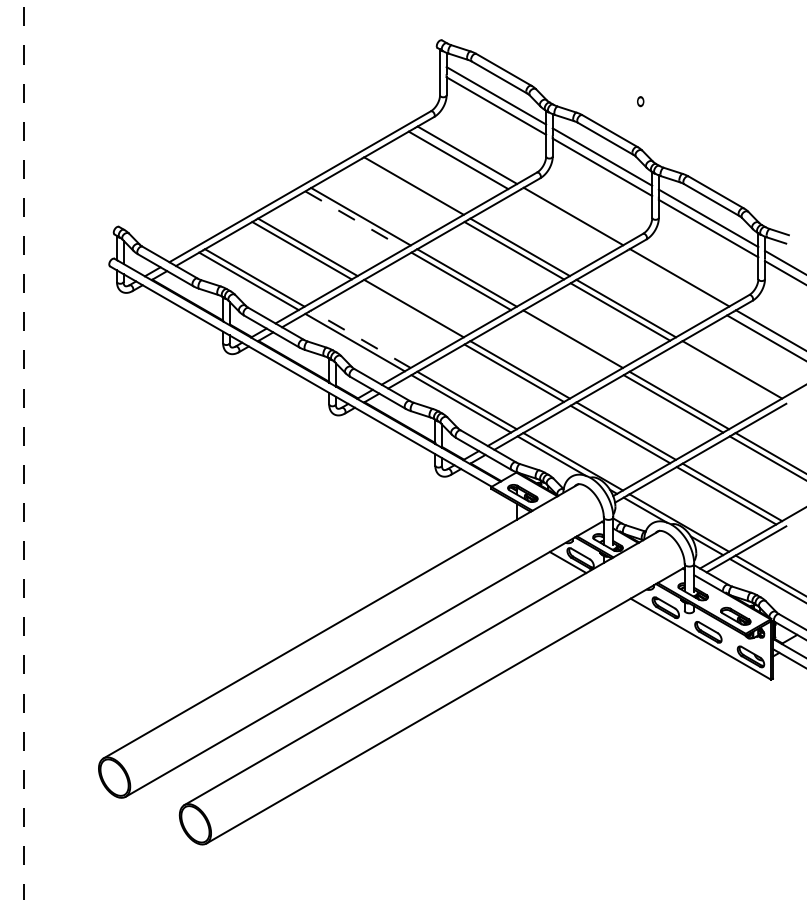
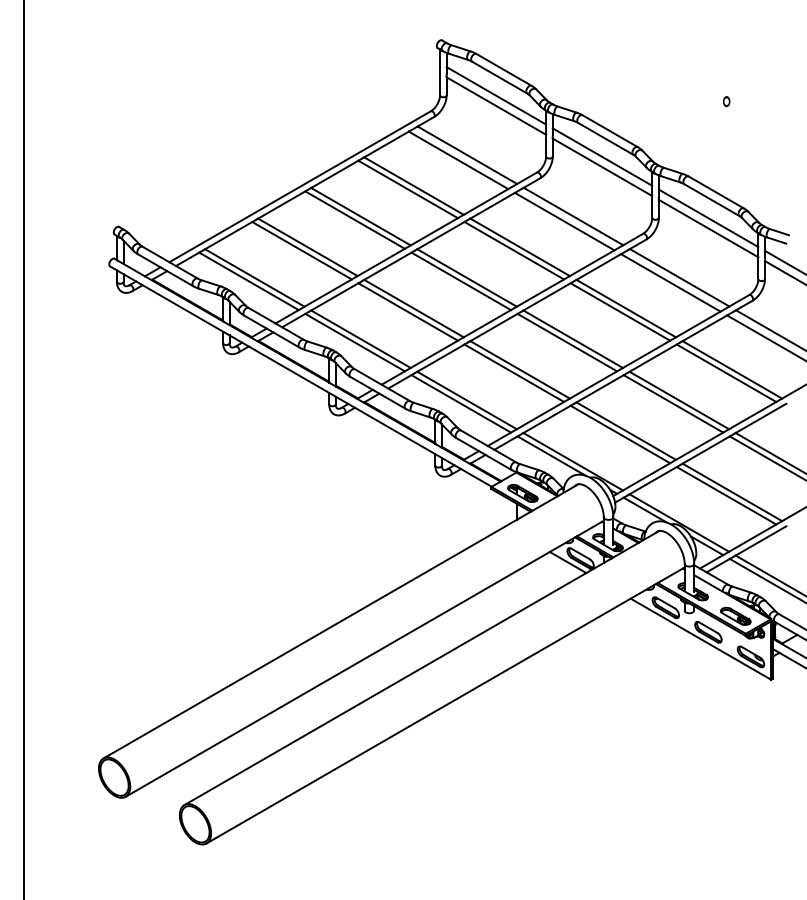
text at (640, 101) position: (640, 101) -> (726, 101)
line at (407, 189): none -> present
line at (355, 220): dashed -> solid
line at (564, 221): none -> present
line at (670, 282): none -> present
line at (407, 311): none -> present
line at (360, 338): dashed -> solid
line at (567, 342): none -> present
line at (726, 372): none -> present
line at (24, 450): dashed -> solid
